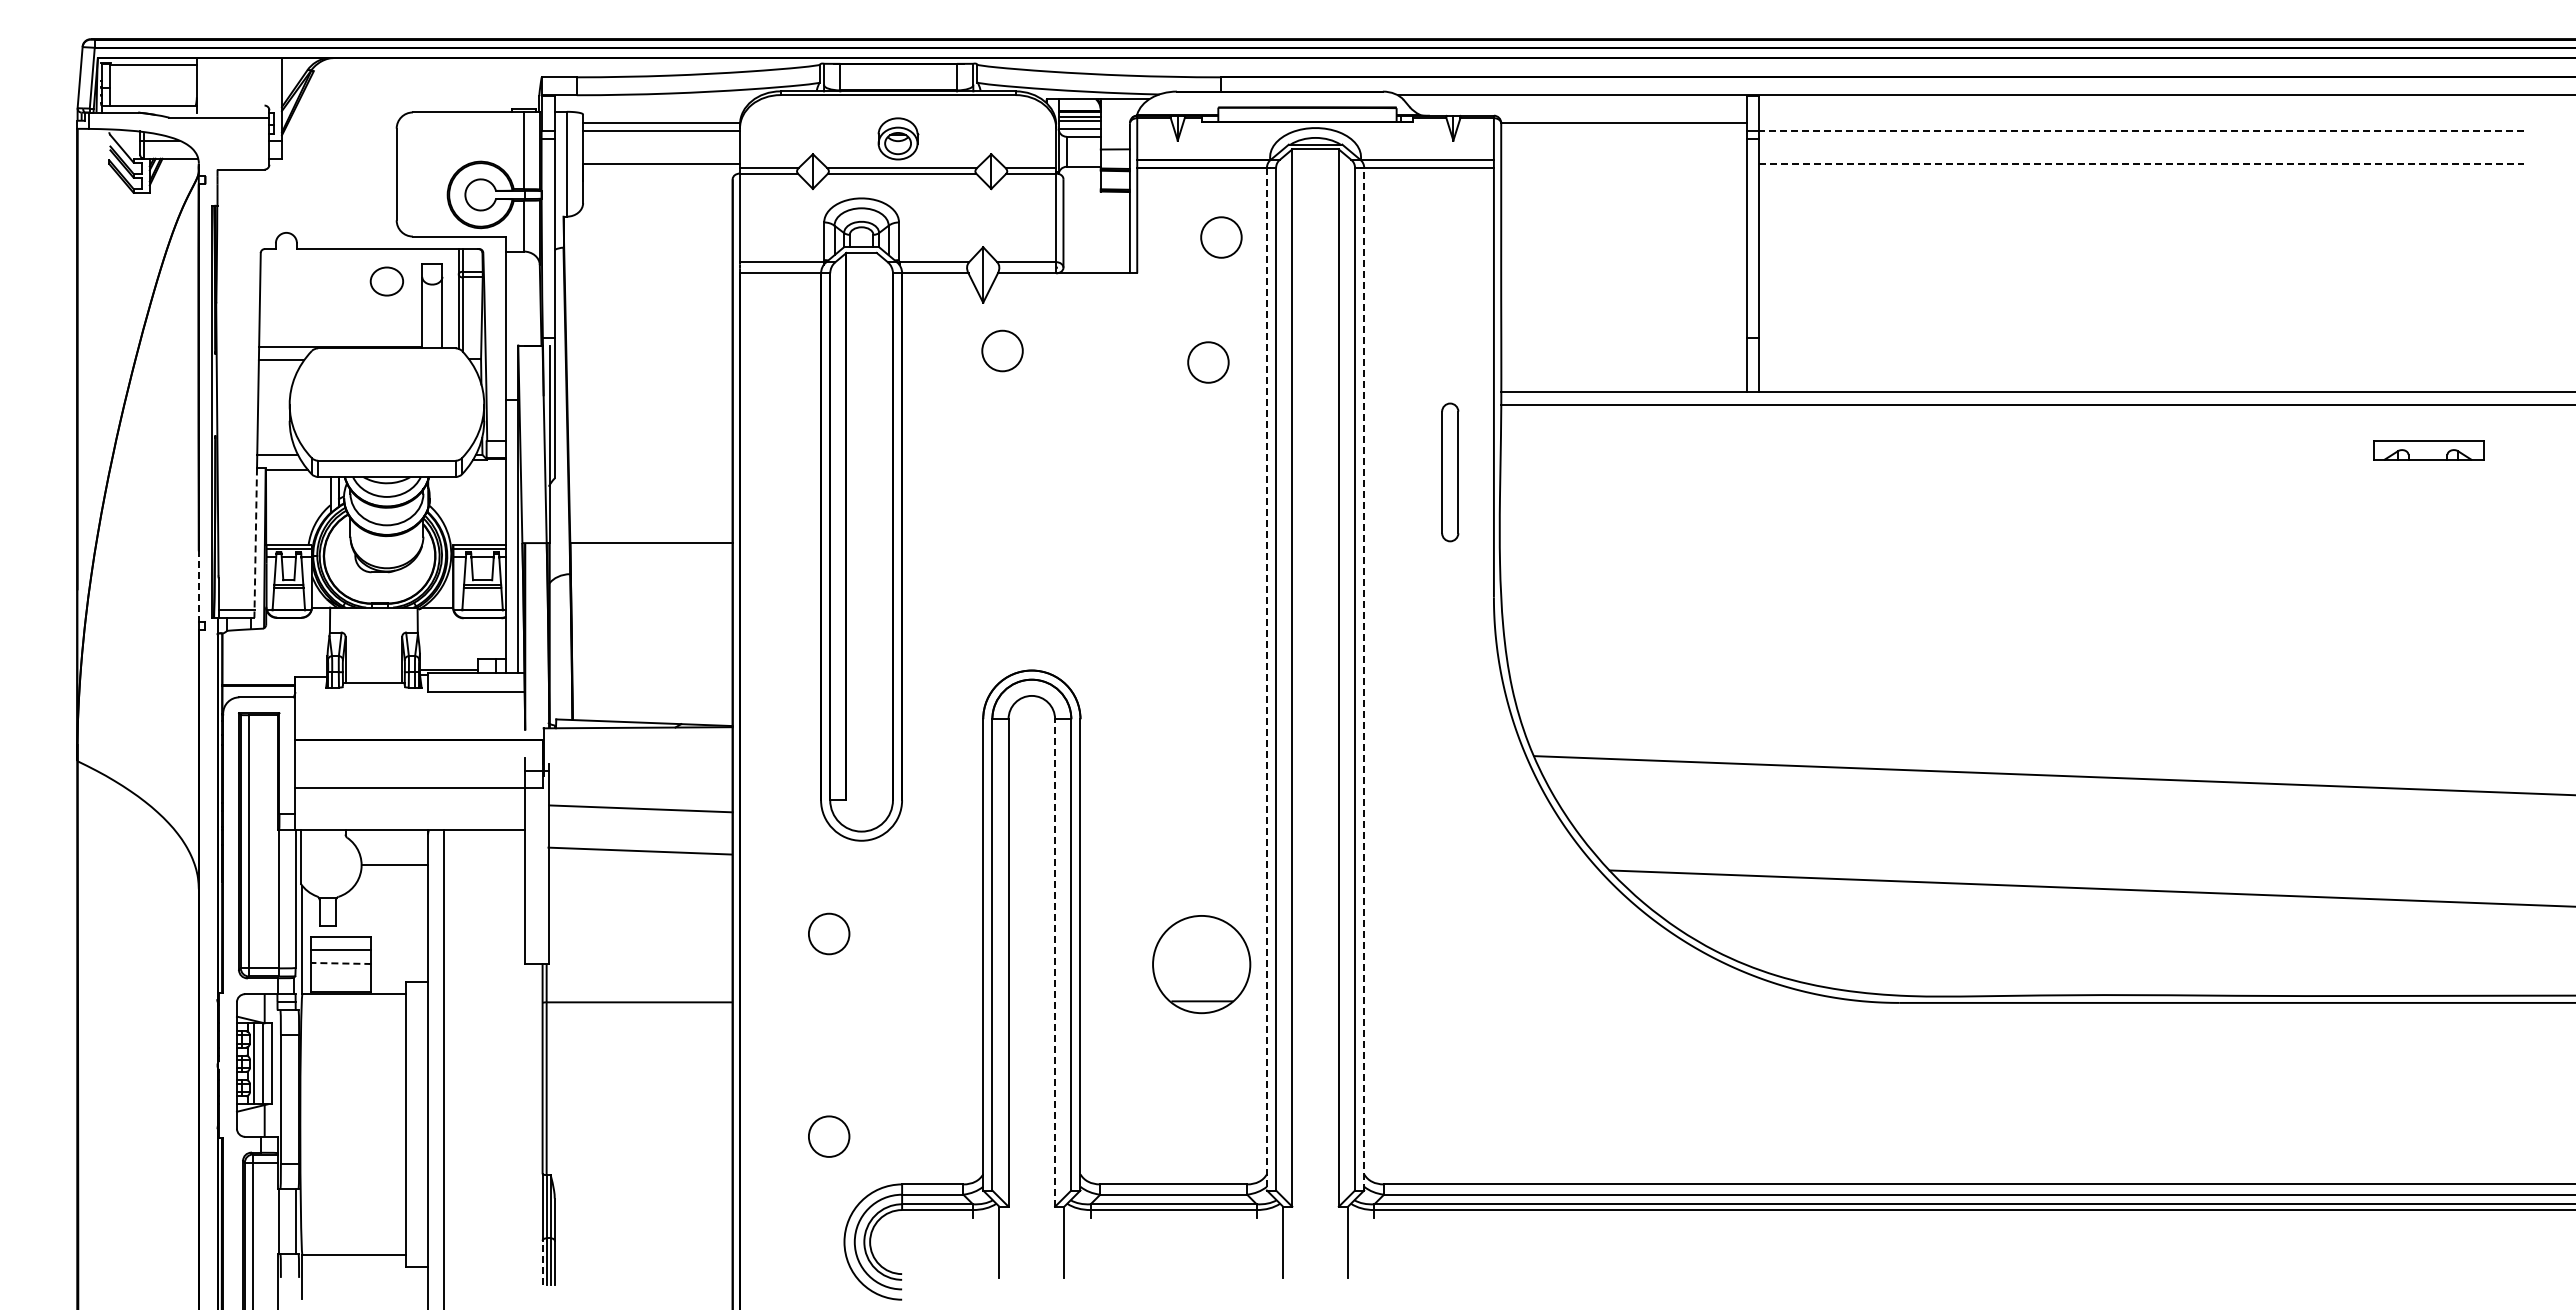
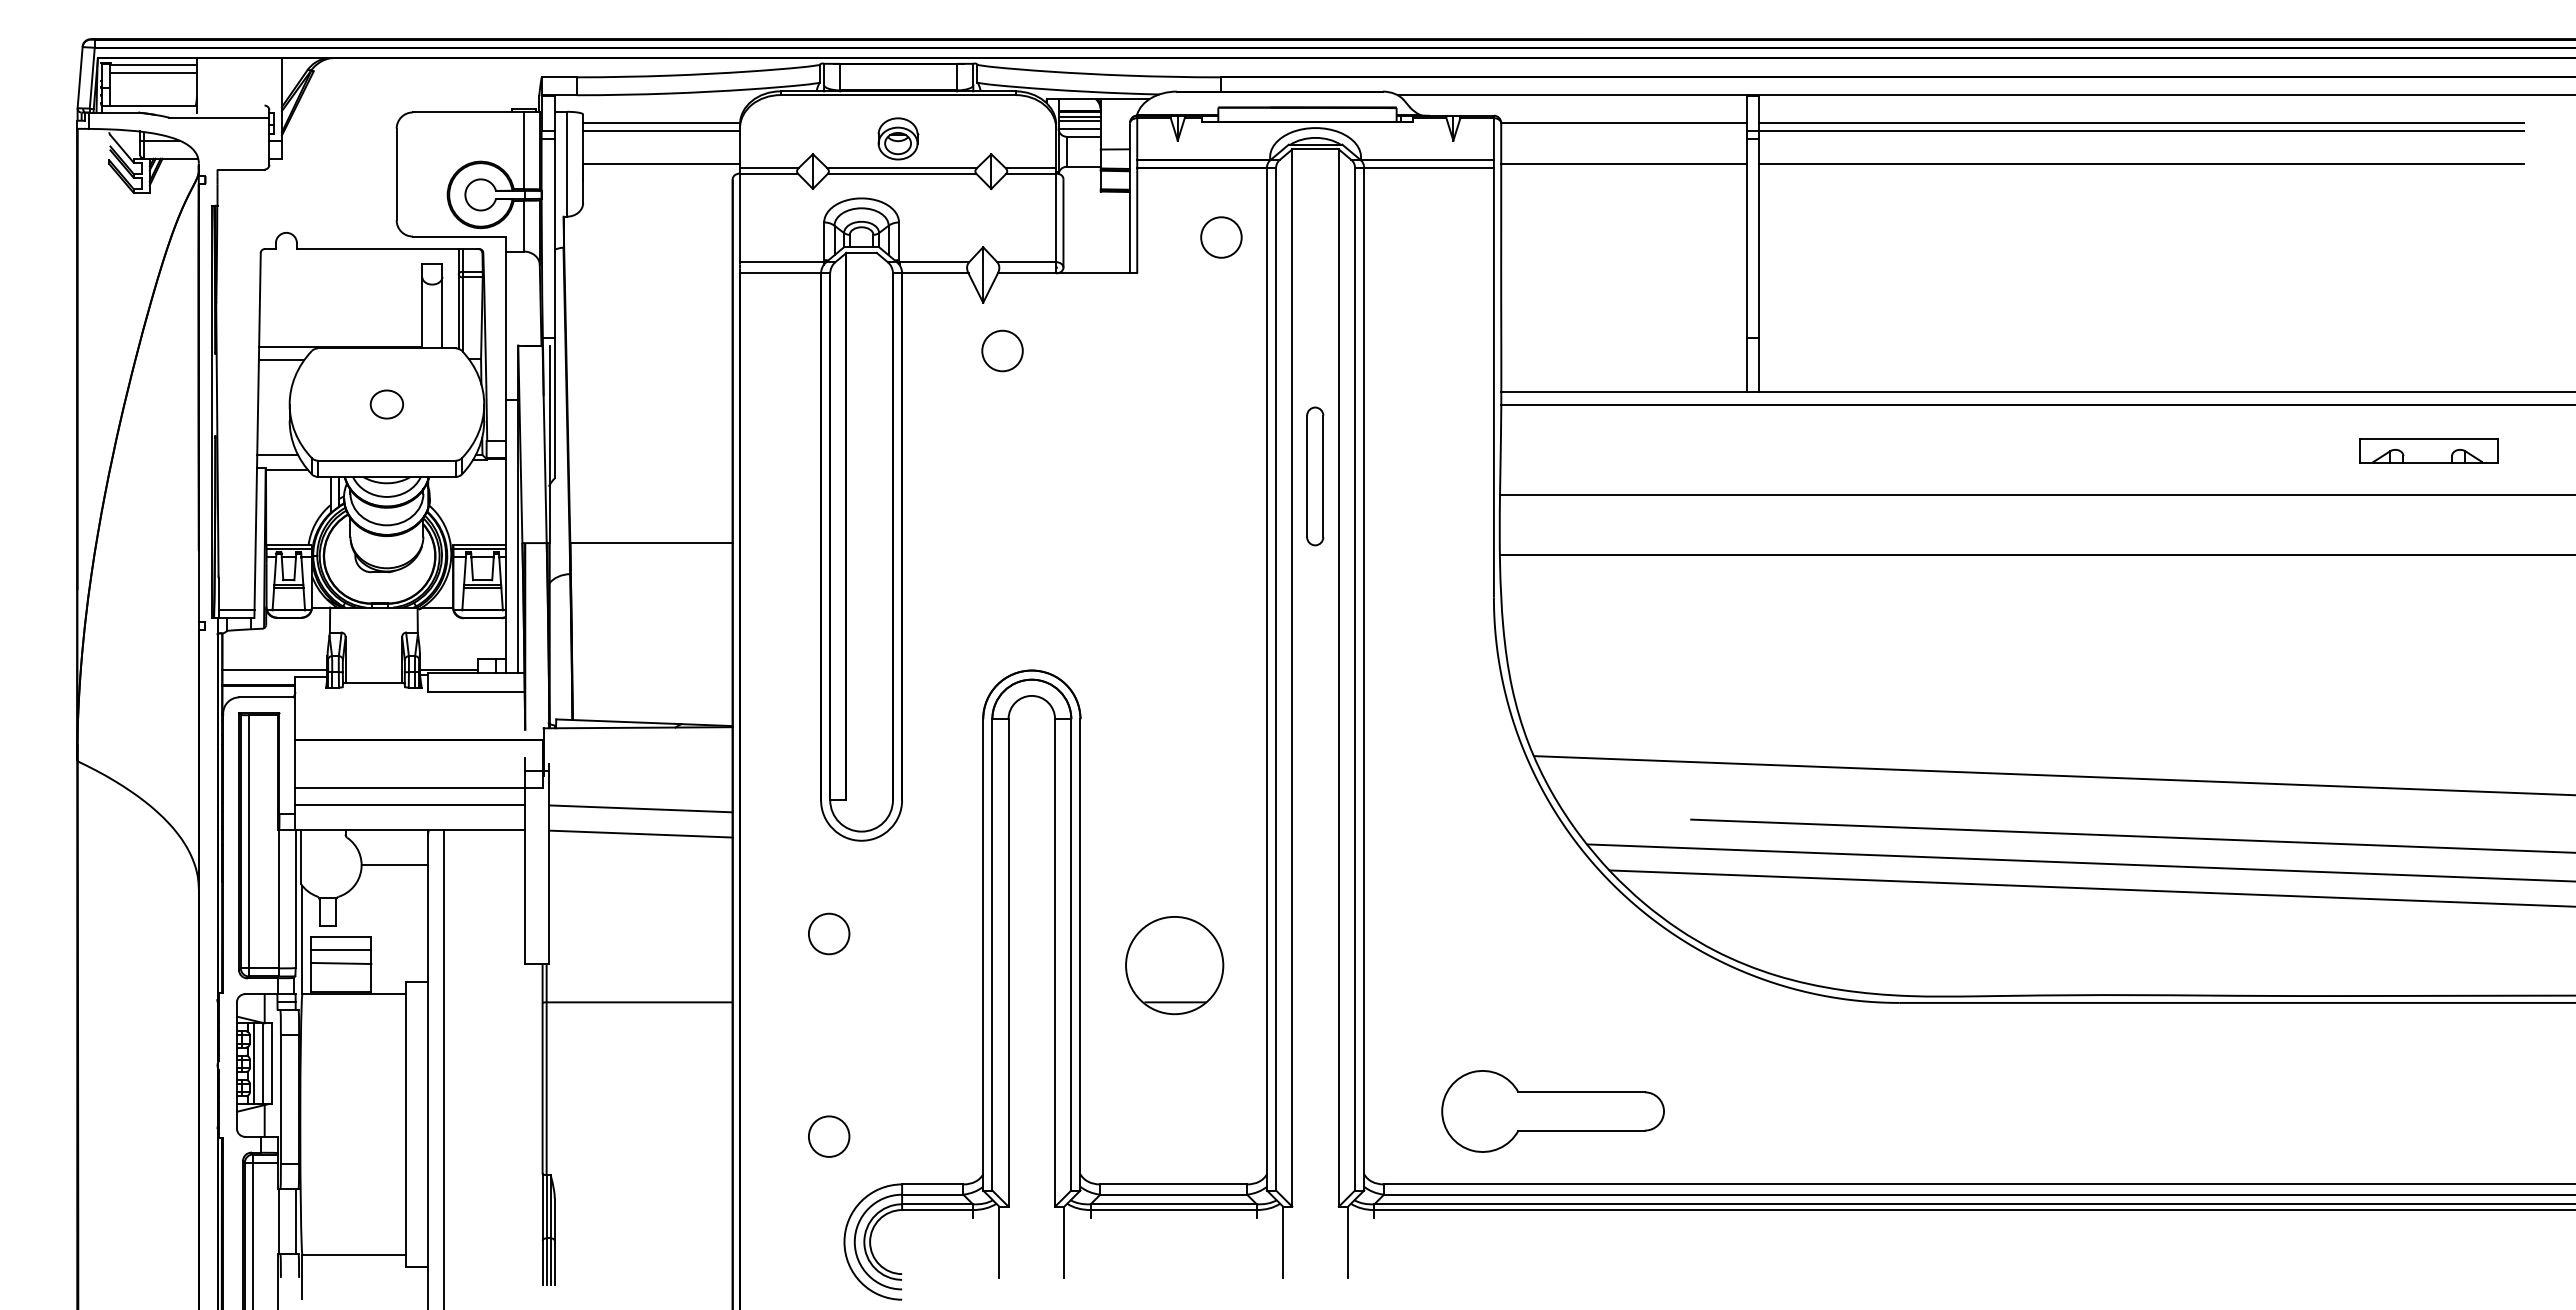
line at (152, 73): none -> present
line at (2141, 122): none -> present
line at (2140, 130): dashed -> solid
line at (1623, 163): none -> present
line at (2141, 163): dashed -> solid
part at (386, 281) position: (386, 281) -> (386, 404)
circle at (1208, 362): present -> none
part at (2428, 450) size: 112x21 px -> 140x26 px
part at (1450, 472) position: (1450, 472) -> (1315, 476)
line at (2036, 495): none -> present
line at (255, 543): dashed -> solid
line at (2036, 555): none -> present
line at (198, 586): dashed -> solid
line at (274, 669): none -> present
line at (1364, 678): dashed -> solid
line at (1266, 679): dashed -> solid
line at (410, 805): none -> present
line at (2131, 835): none -> present
line at (639, 850) position: (639, 850) -> (640, 833)
line at (2079, 862): none -> present
line at (1055, 962): dashed -> solid
line at (341, 963): dashed -> solid
part at (1201, 964) position: (1201, 964) -> (1174, 965)
part at (1552, 1111): none -> present
line at (542, 1262): dashed -> solid
